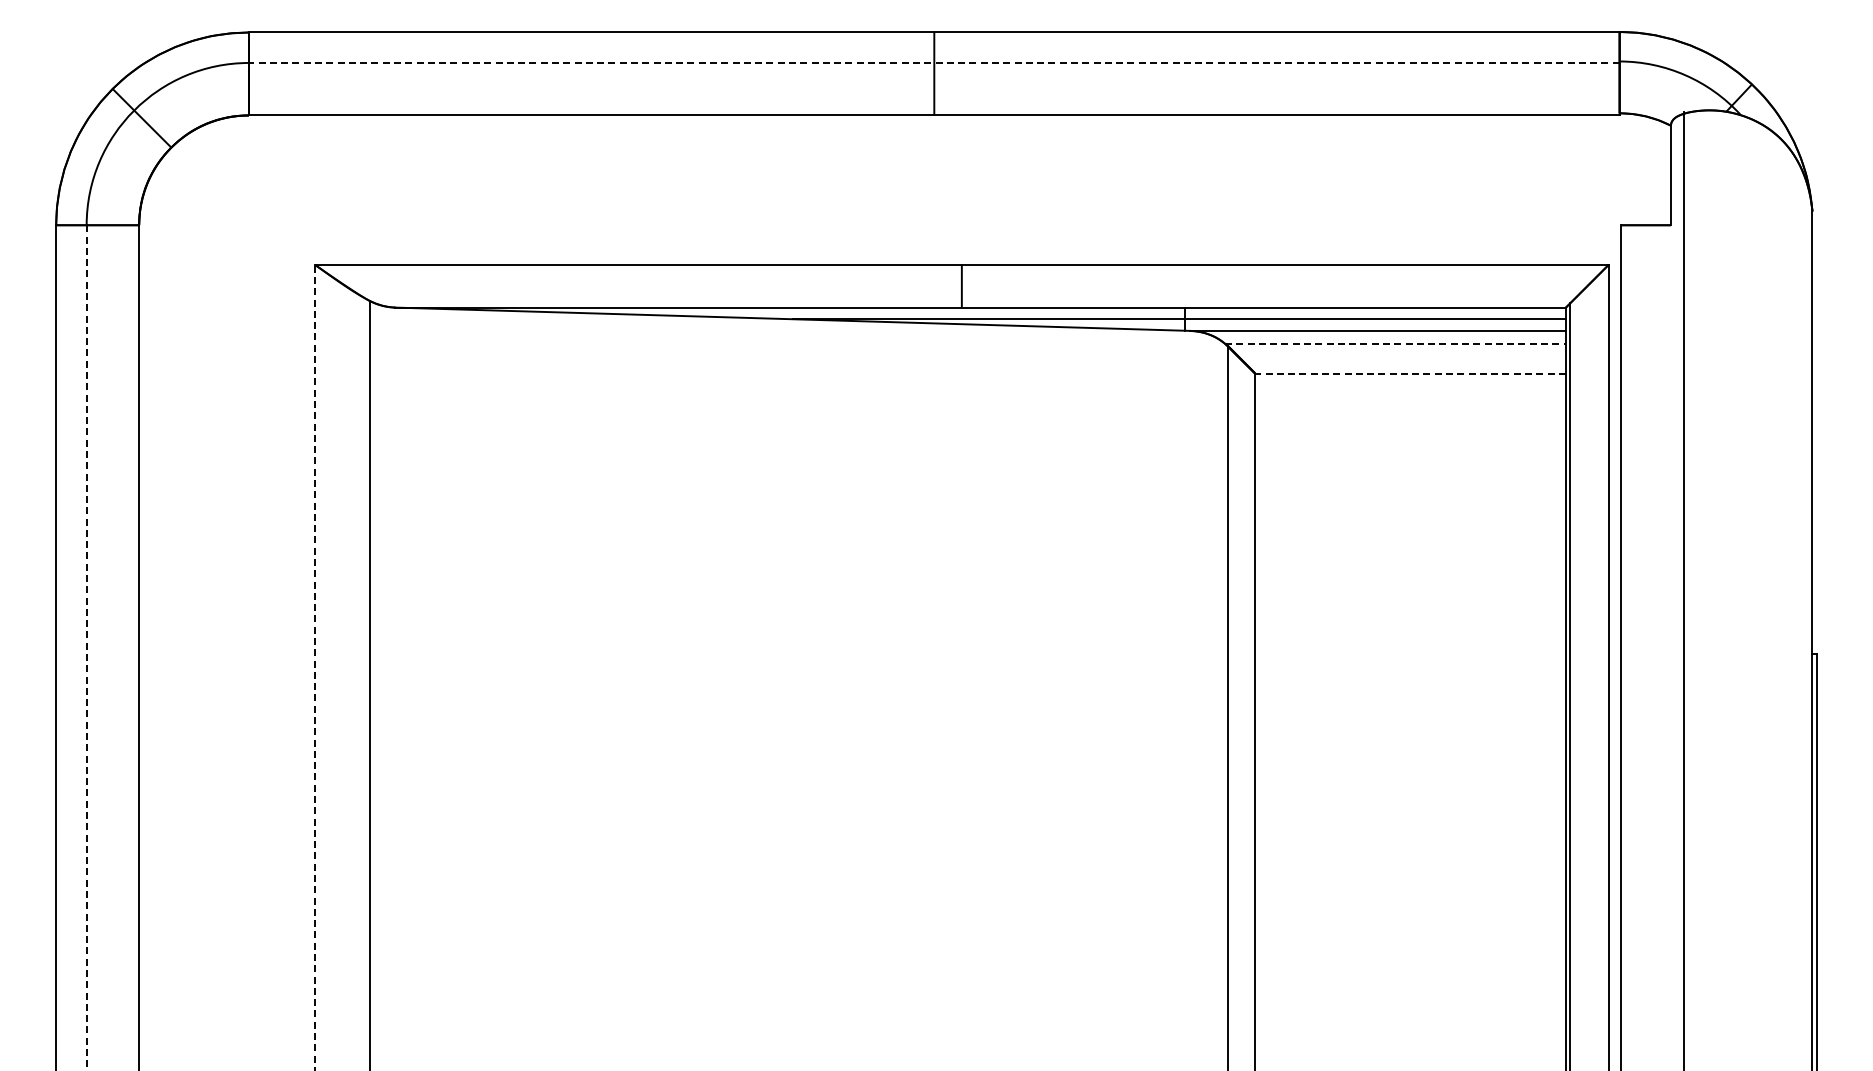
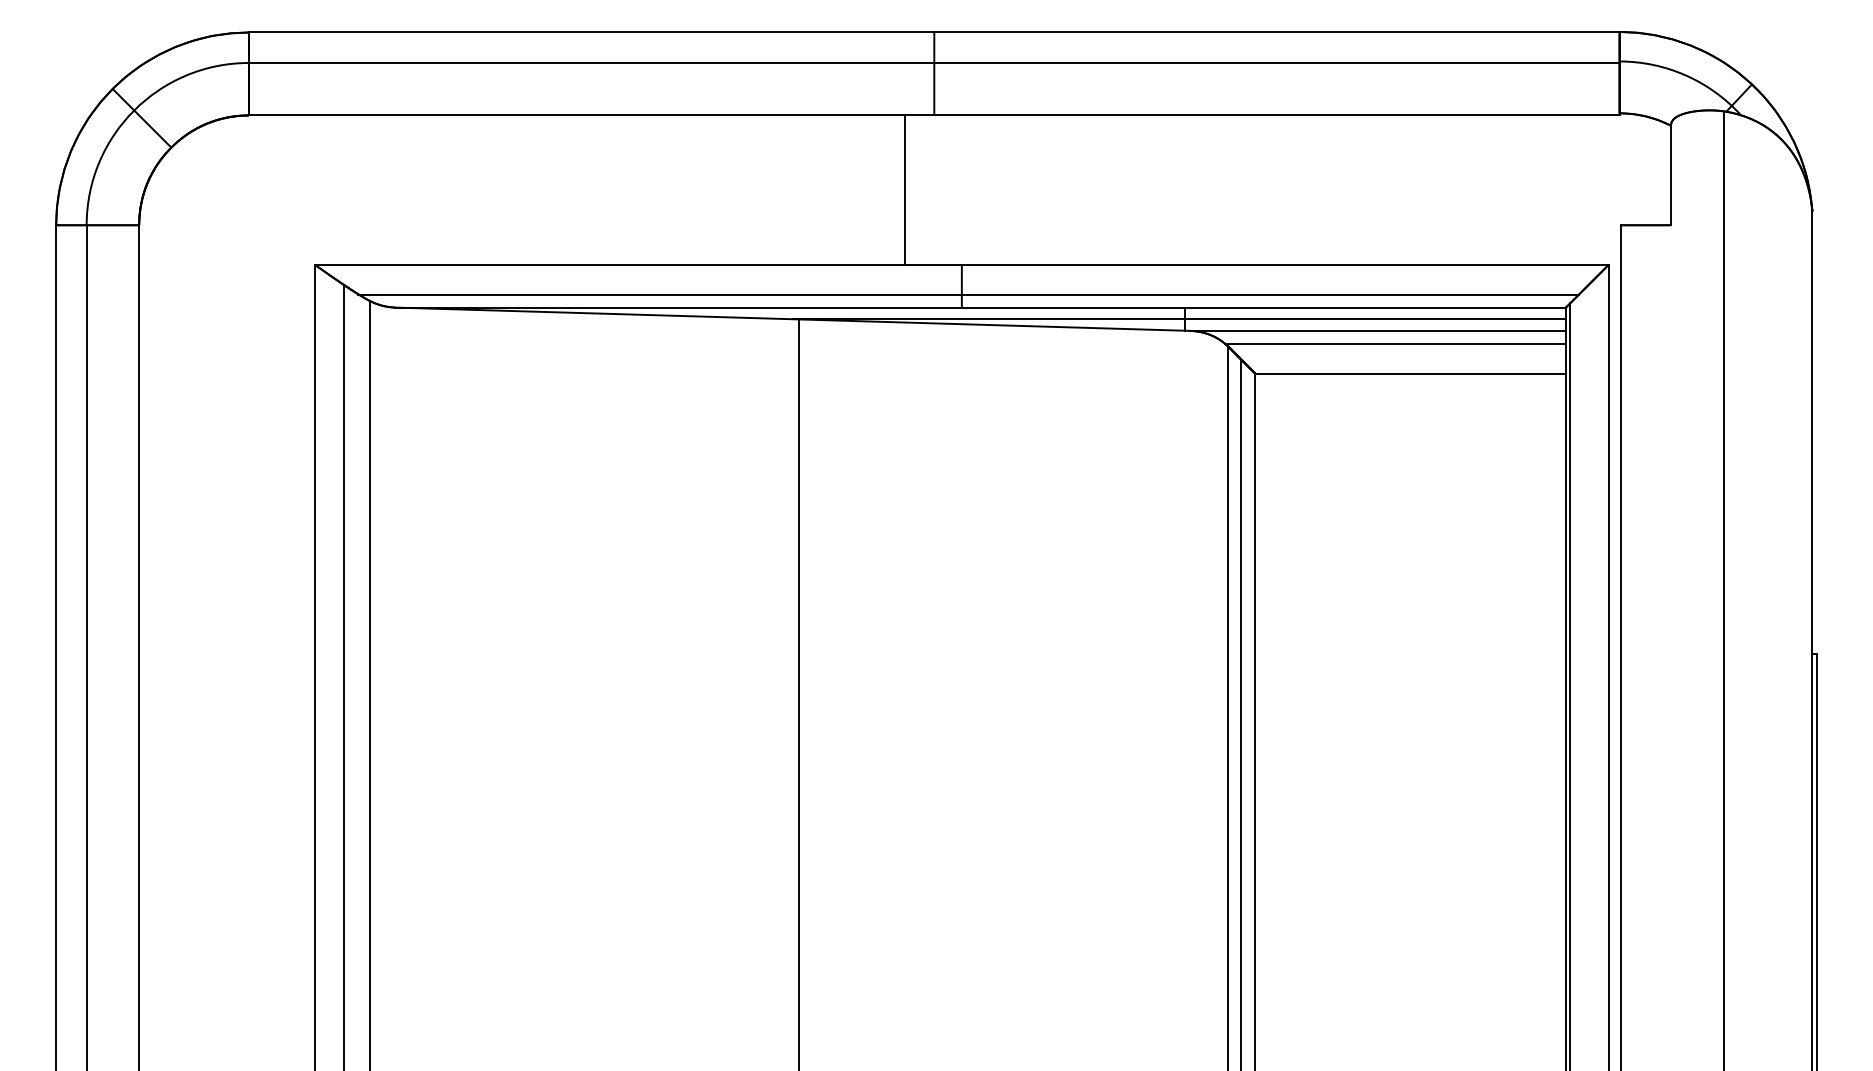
line at (933, 62): dashed -> solid
line at (905, 189): none -> present
line at (968, 294): none -> present
line at (1395, 343): dashed -> solid
line at (1410, 373): dashed -> solid
line at (1683, 589) position: (1683, 589) -> (1723, 589)
line at (86, 648): dashed -> solid
line at (314, 667): dashed -> solid
line at (344, 675): none -> present
line at (798, 693): none -> present
line at (1240, 713): none -> present
